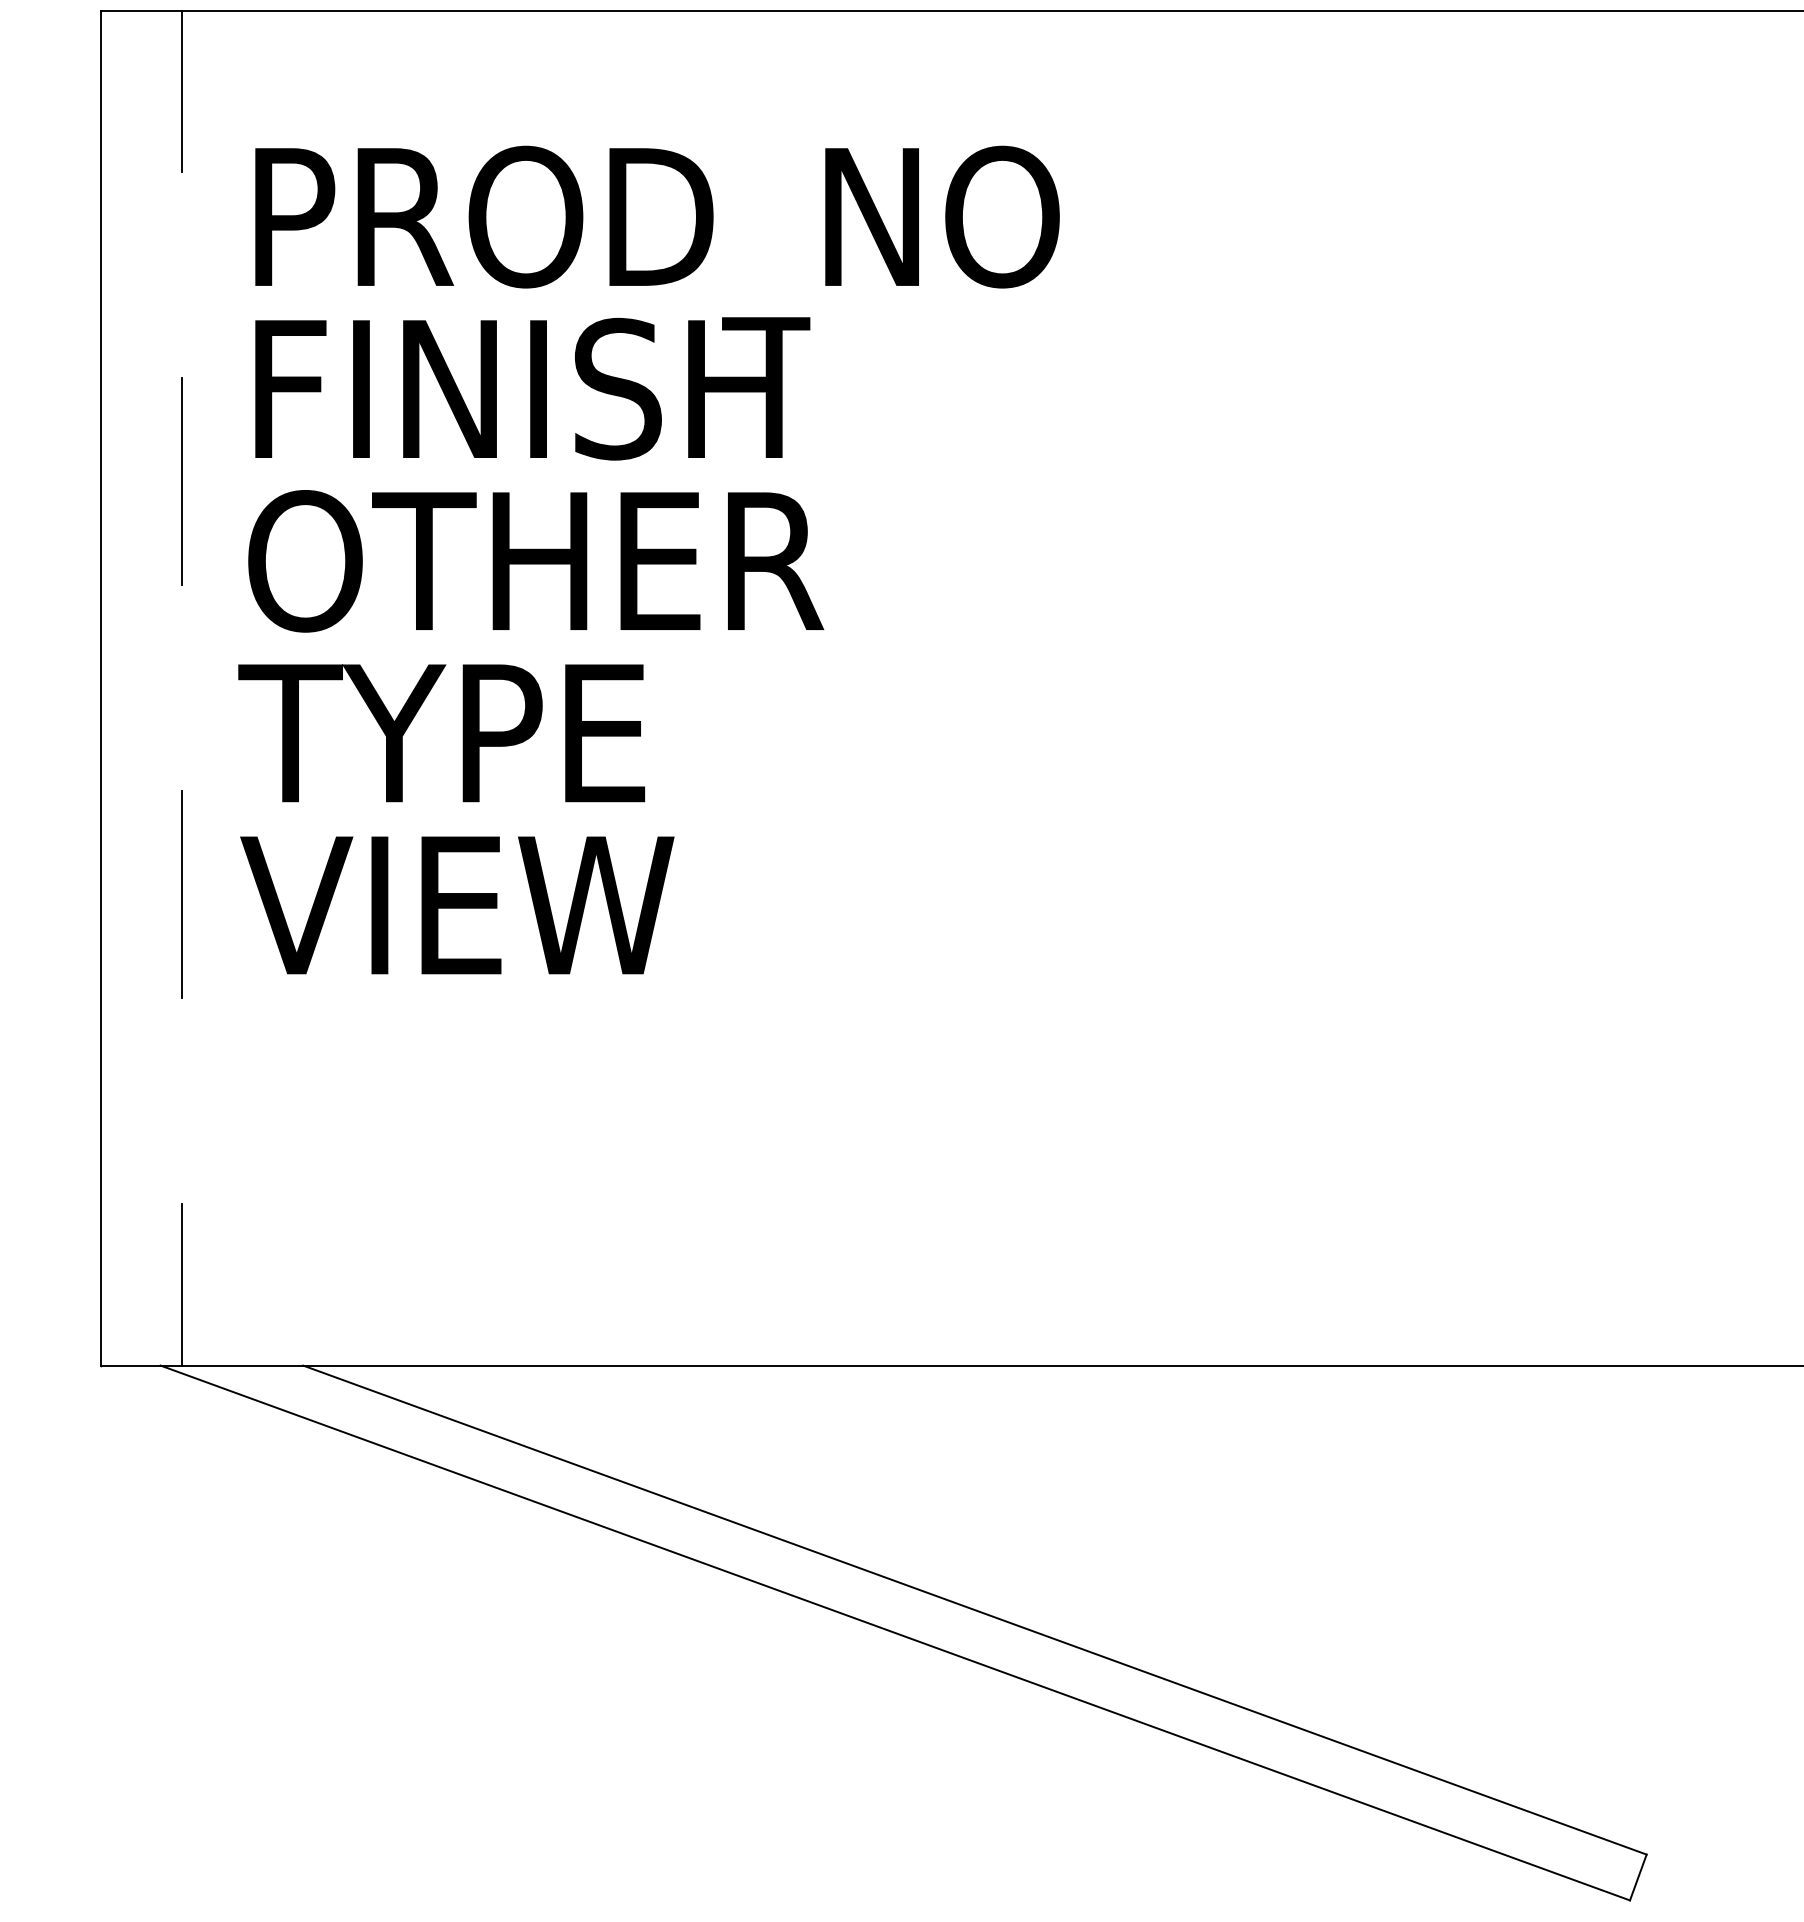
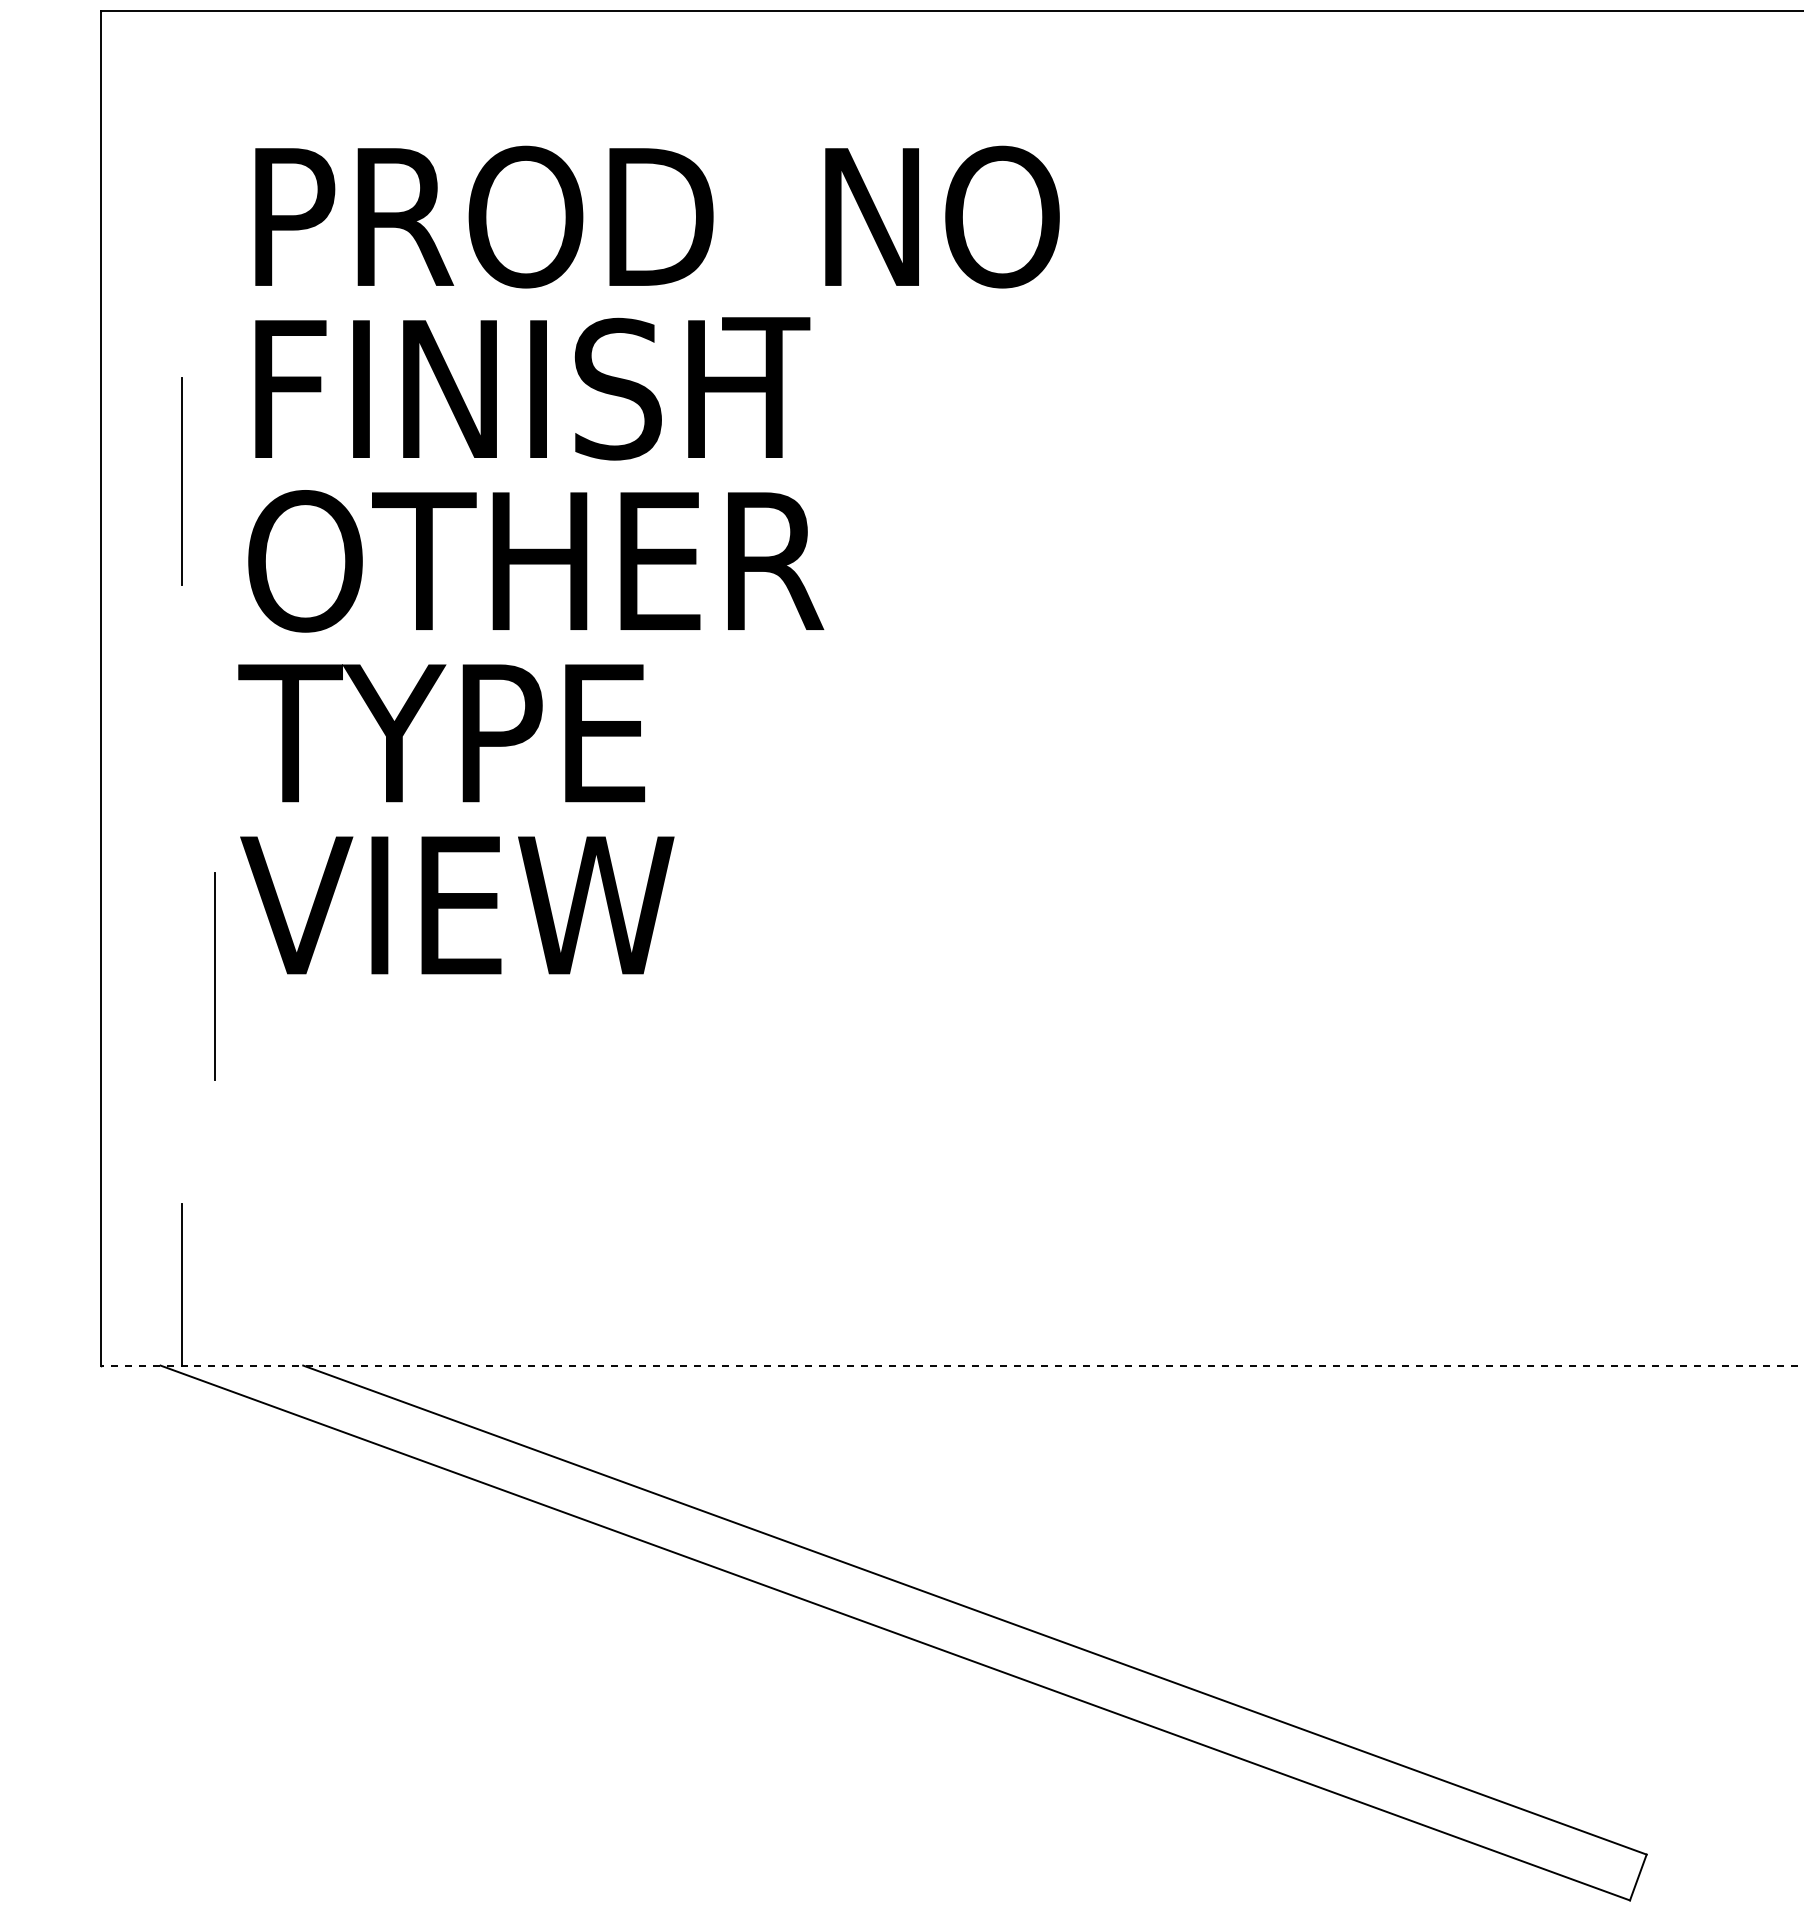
line at (182, 90): present -> none
line at (181, 894) position: (181, 894) -> (214, 976)
line at (951, 1365): solid -> dashed
